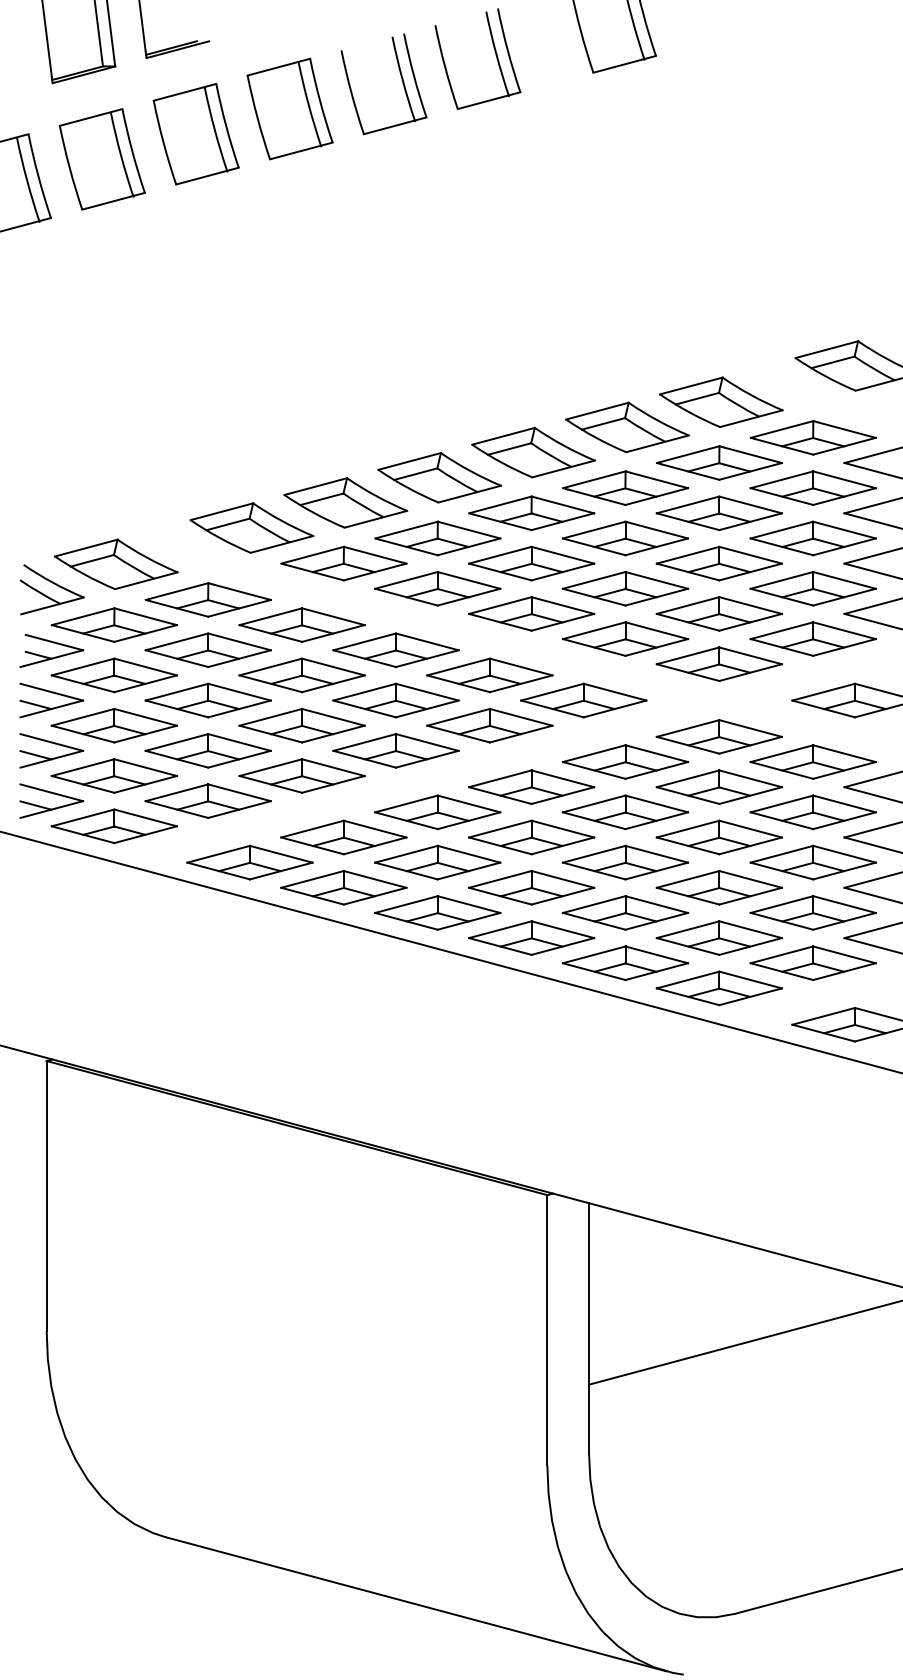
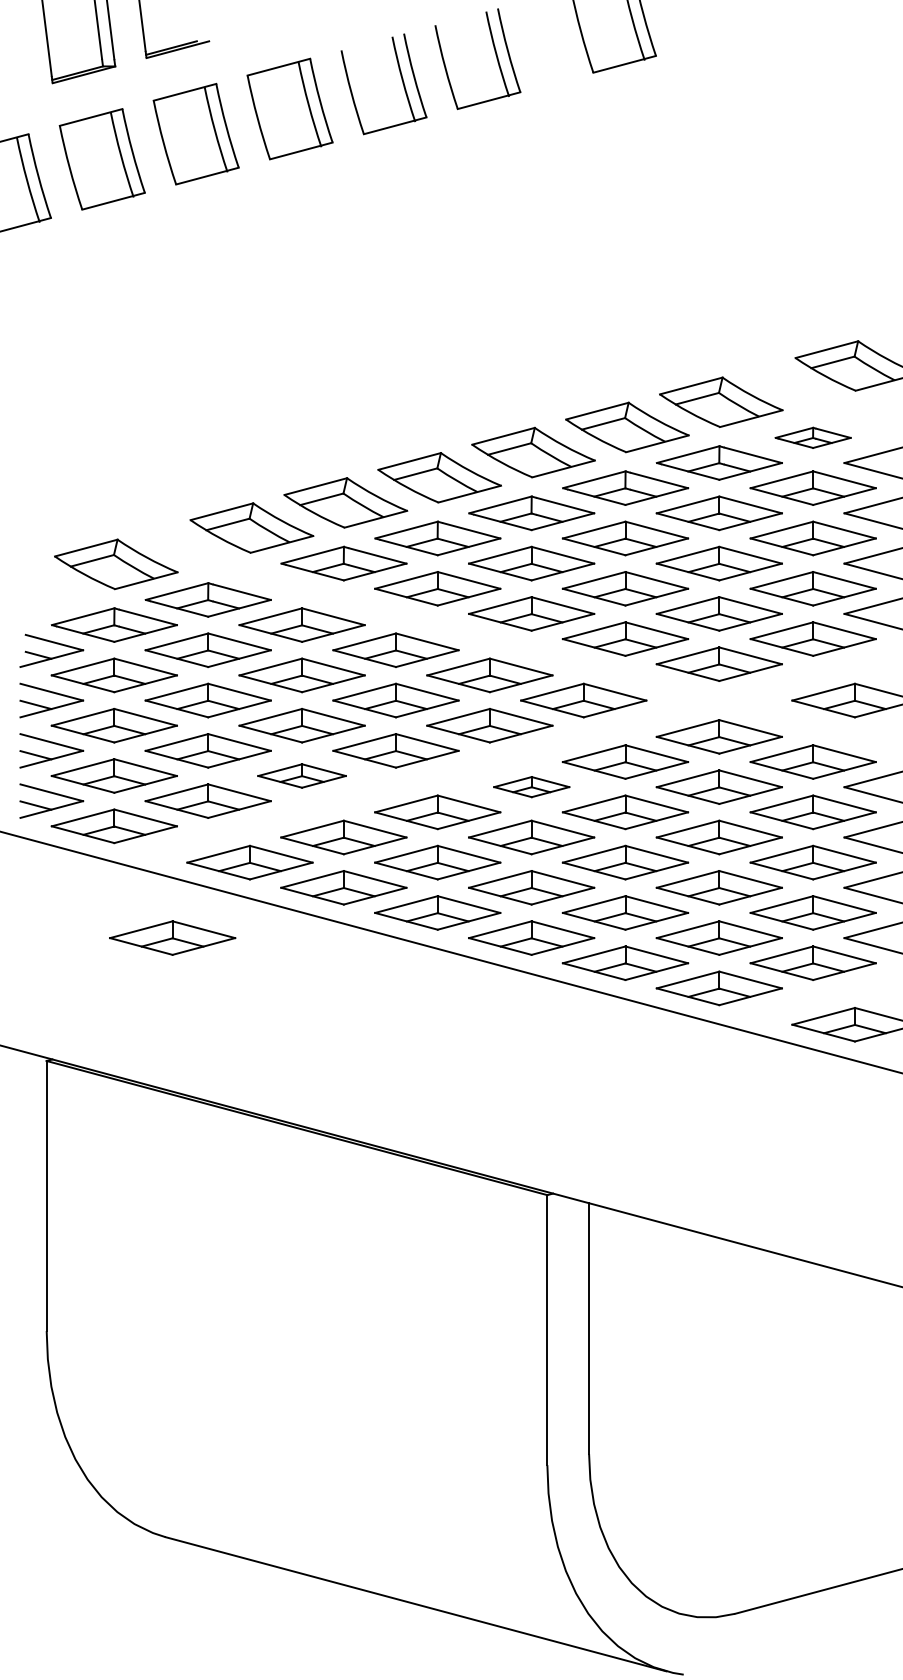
part at (812, 437) size: 128x36 px -> 78x23 px
part at (51, 589): present -> none
part at (301, 775) size: 128x36 px -> 90x26 px
part at (531, 786) size: 128x36 px -> 78x23 px
part at (172, 937): none -> present
line at (744, 1342): present -> none
